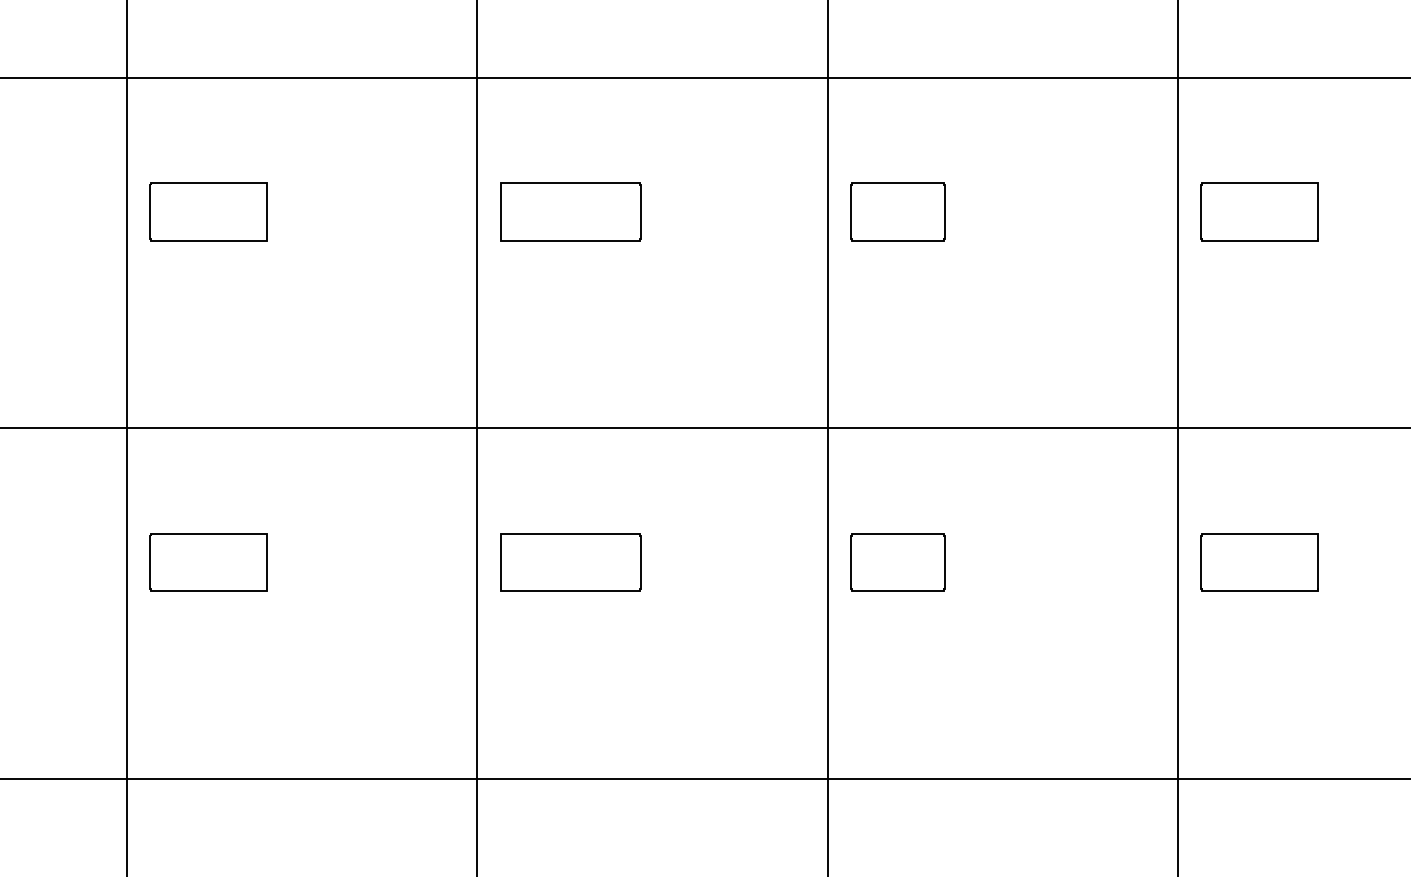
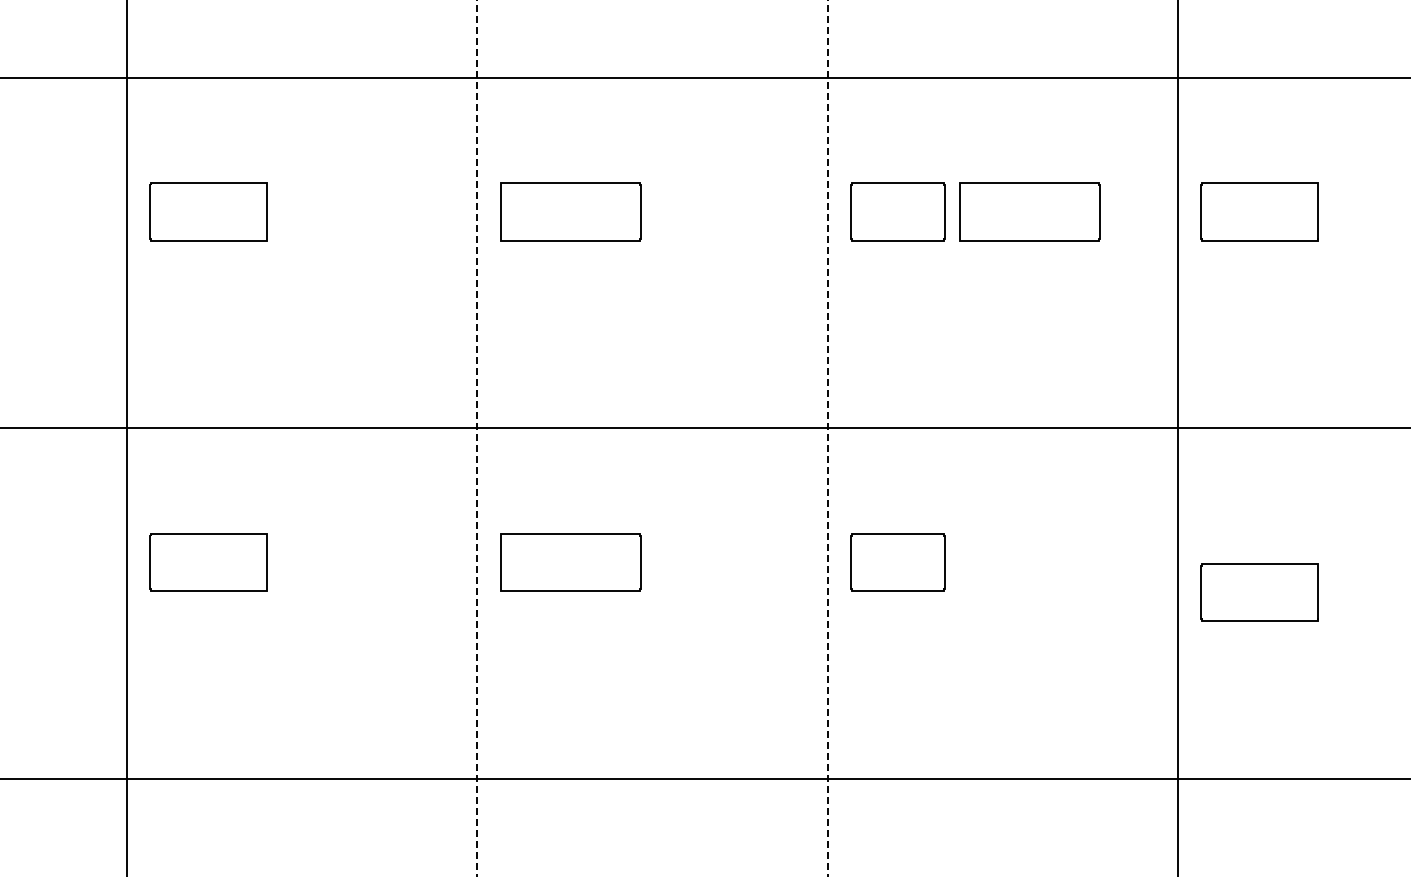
part at (1029, 211): none -> present
line at (477, 438): solid -> dashed
line at (827, 438): solid -> dashed
part at (1259, 562) position: (1259, 562) -> (1259, 592)
